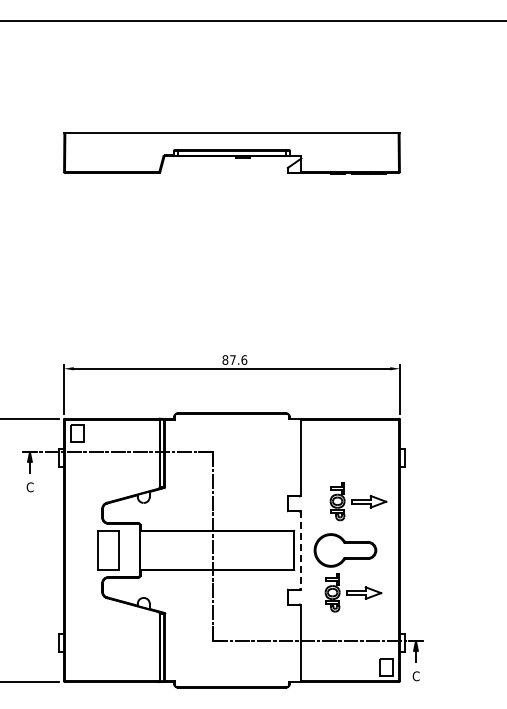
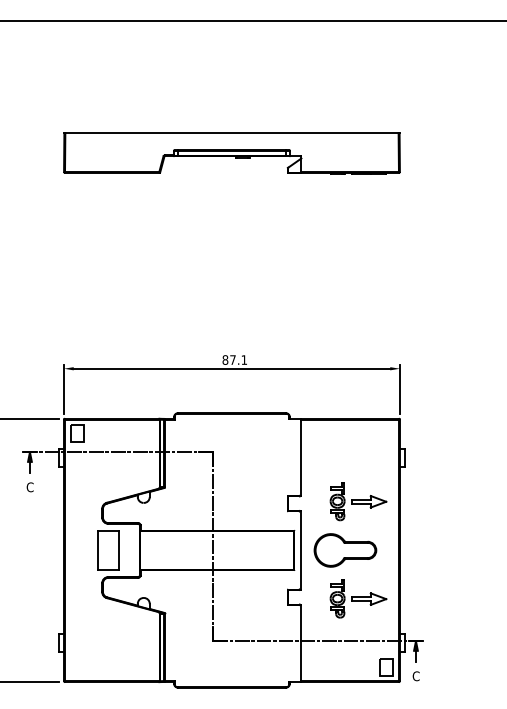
text at (244, 359): 87.6 -> 87.1
line at (301, 550): dashed -> solid
part at (353, 592) position: (353, 592) -> (358, 598)
